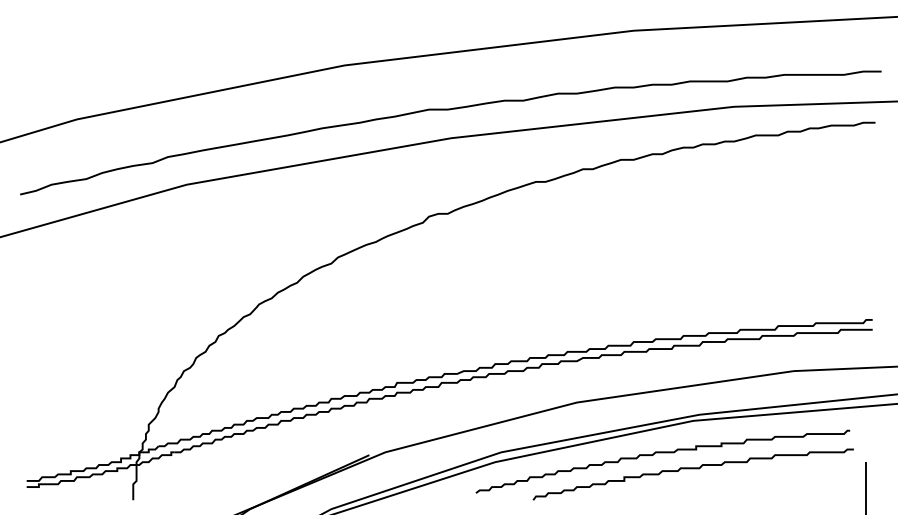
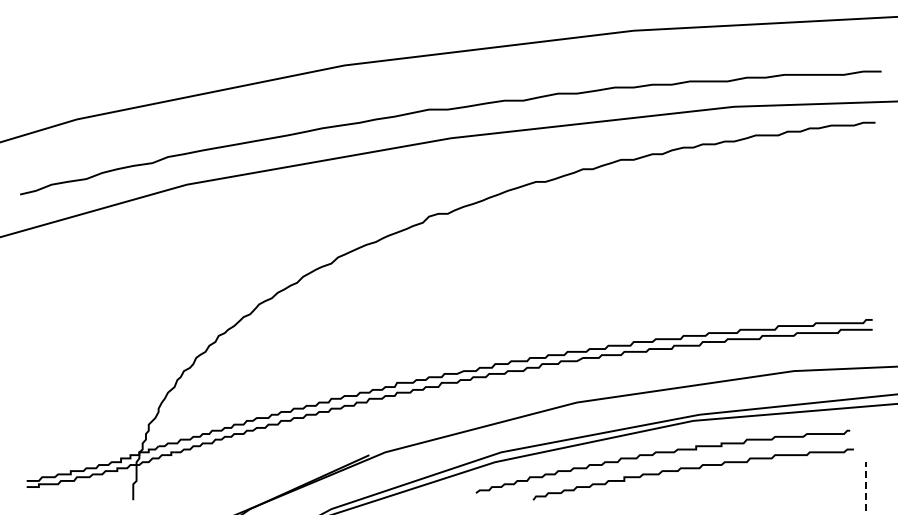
line at (866, 488): solid -> dashed
